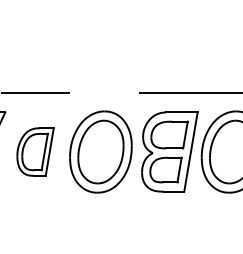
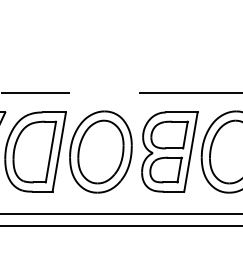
part at (35, 151) size: 39x50 px -> 63x82 px
line at (120, 214): none -> present
line at (120, 225): none -> present
